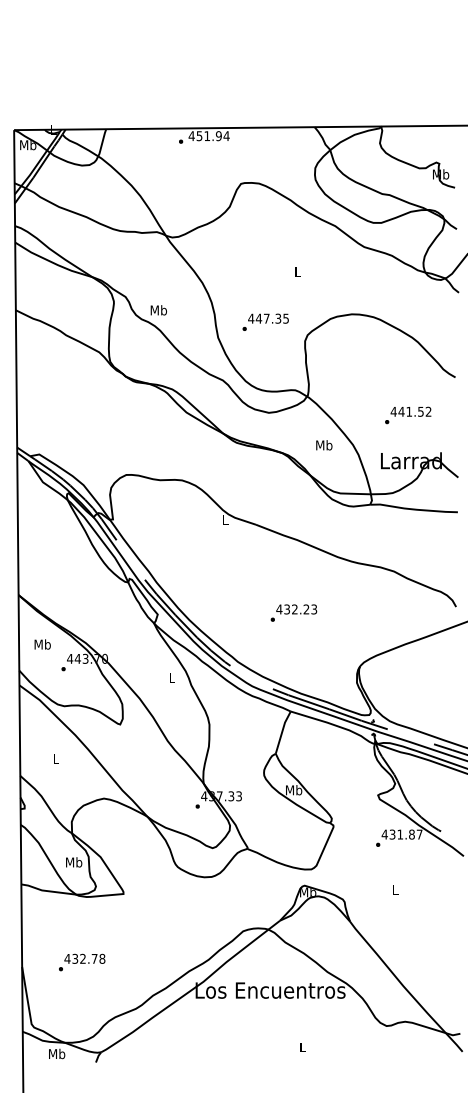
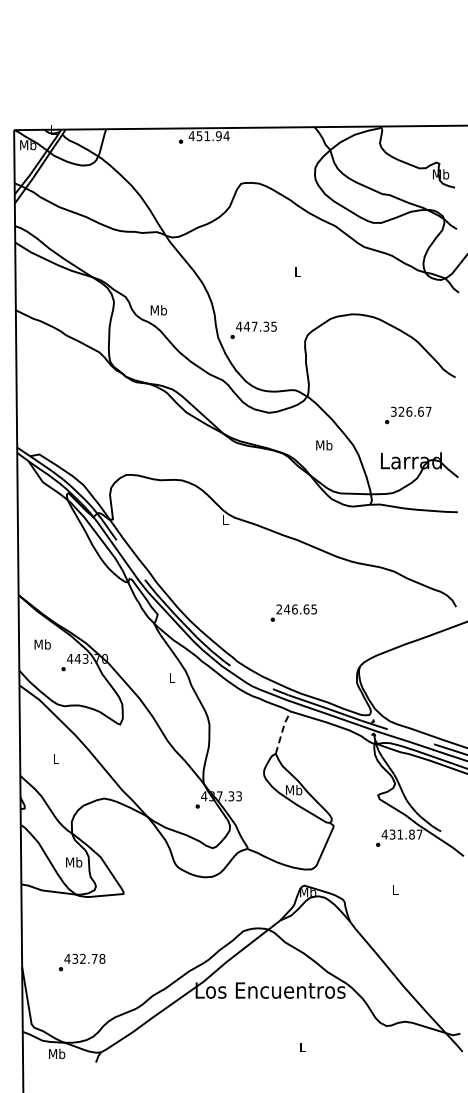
text at (265, 321) position: (265, 321) -> (253, 329)
text at (410, 411): 441.52 -> 326.67
text at (296, 609): 432.23 -> 246.65
line at (282, 731): solid -> dashed
